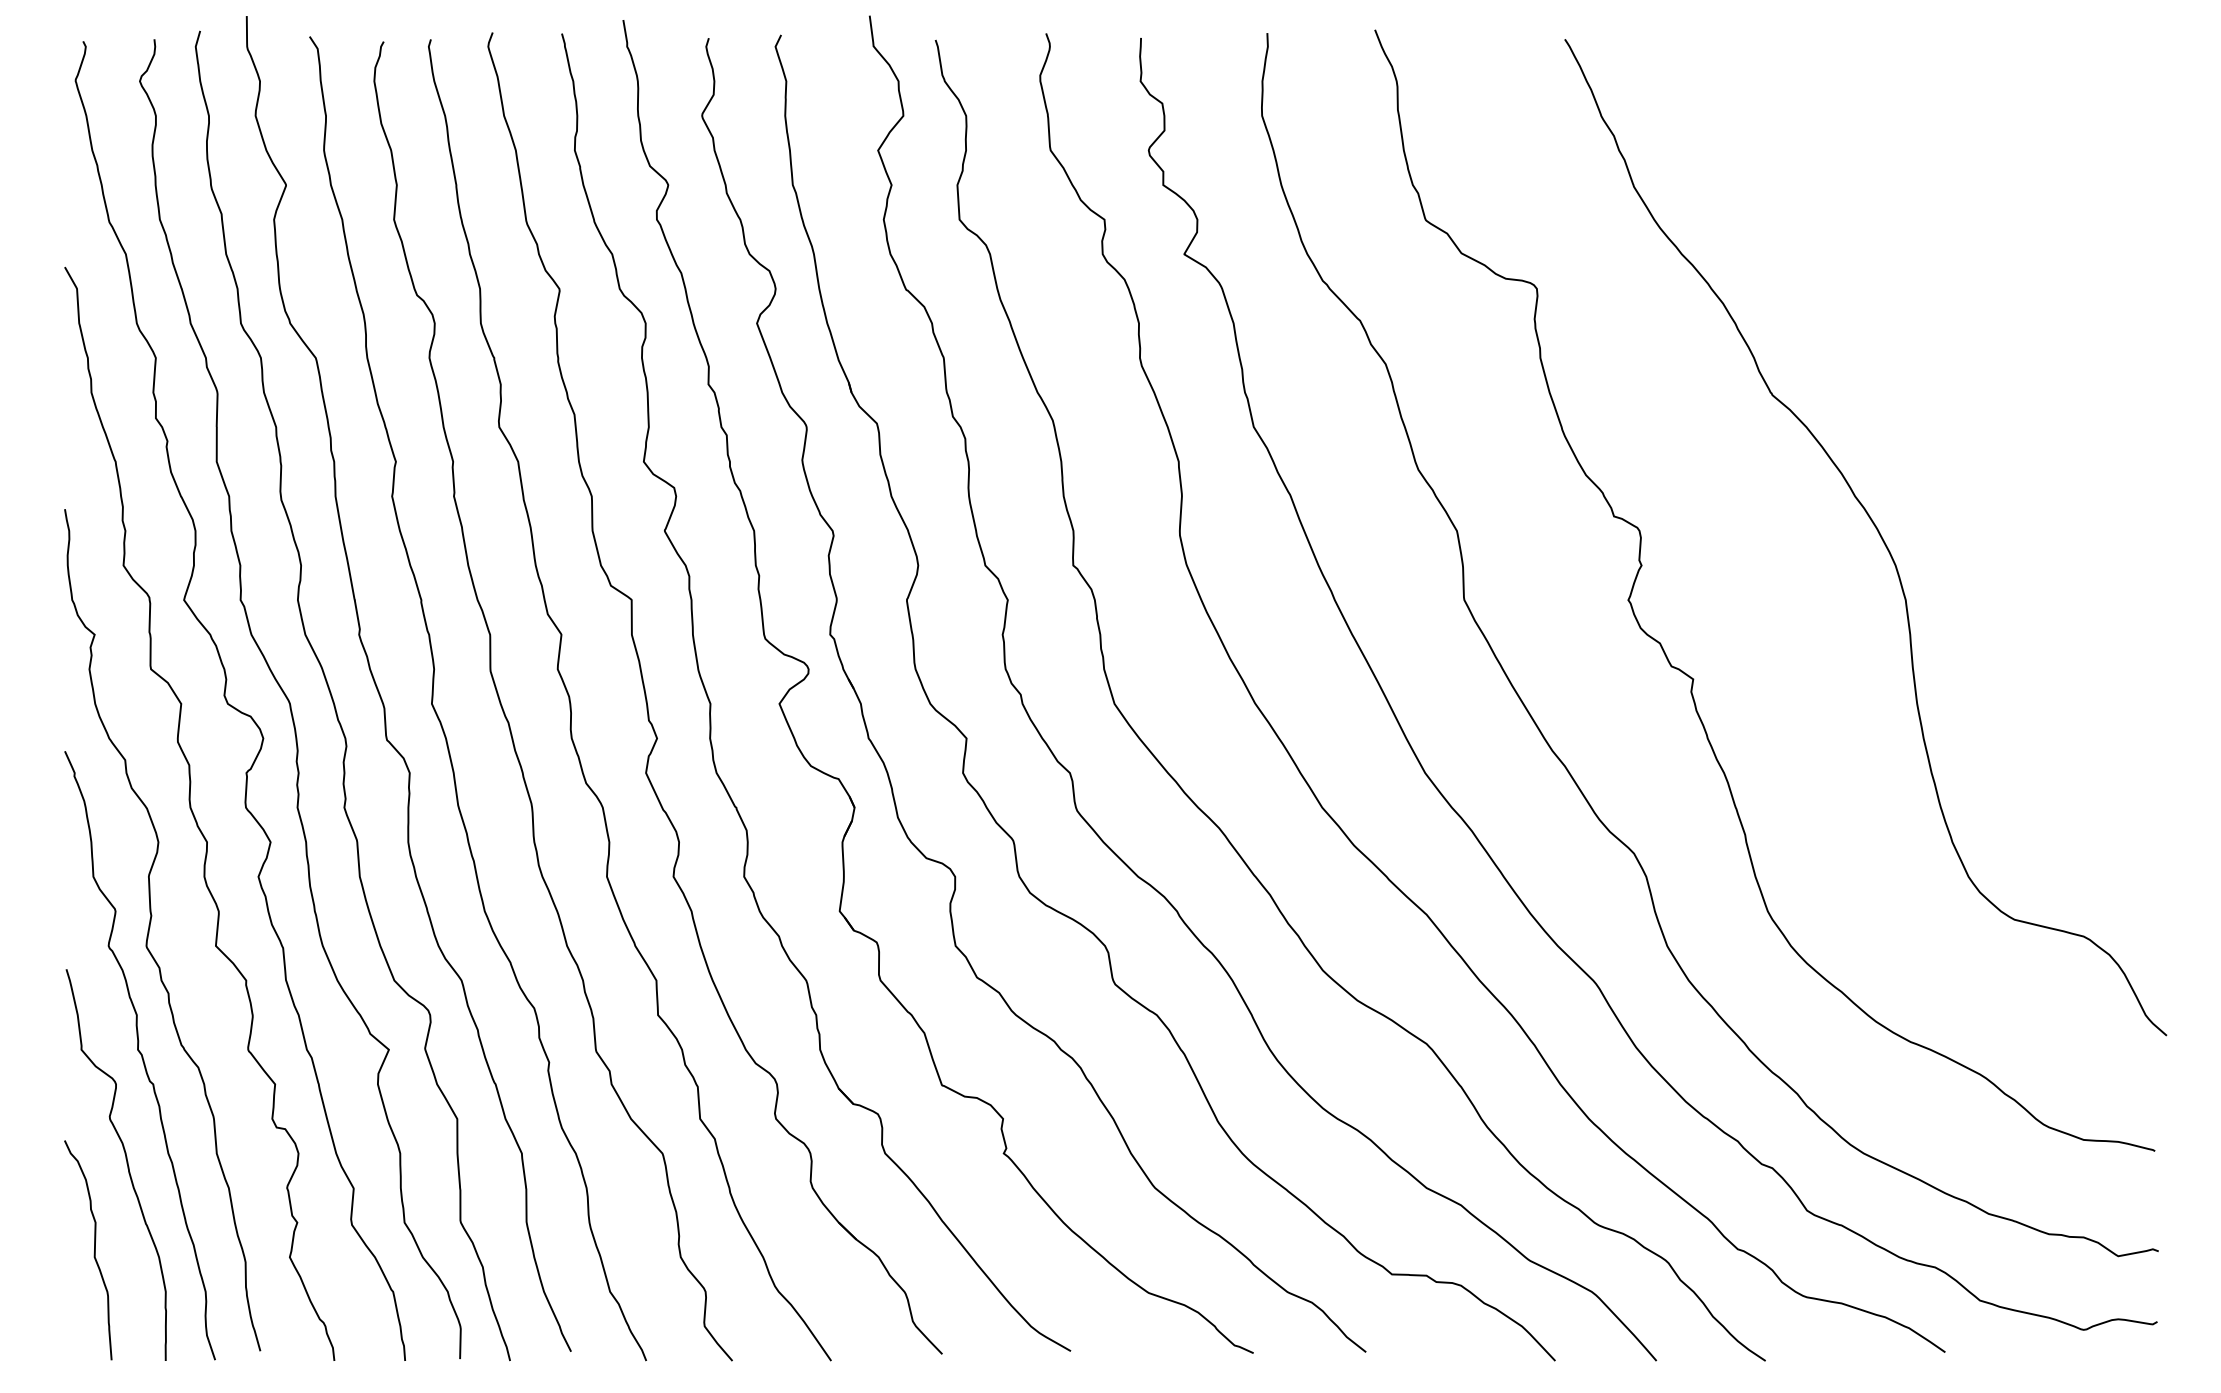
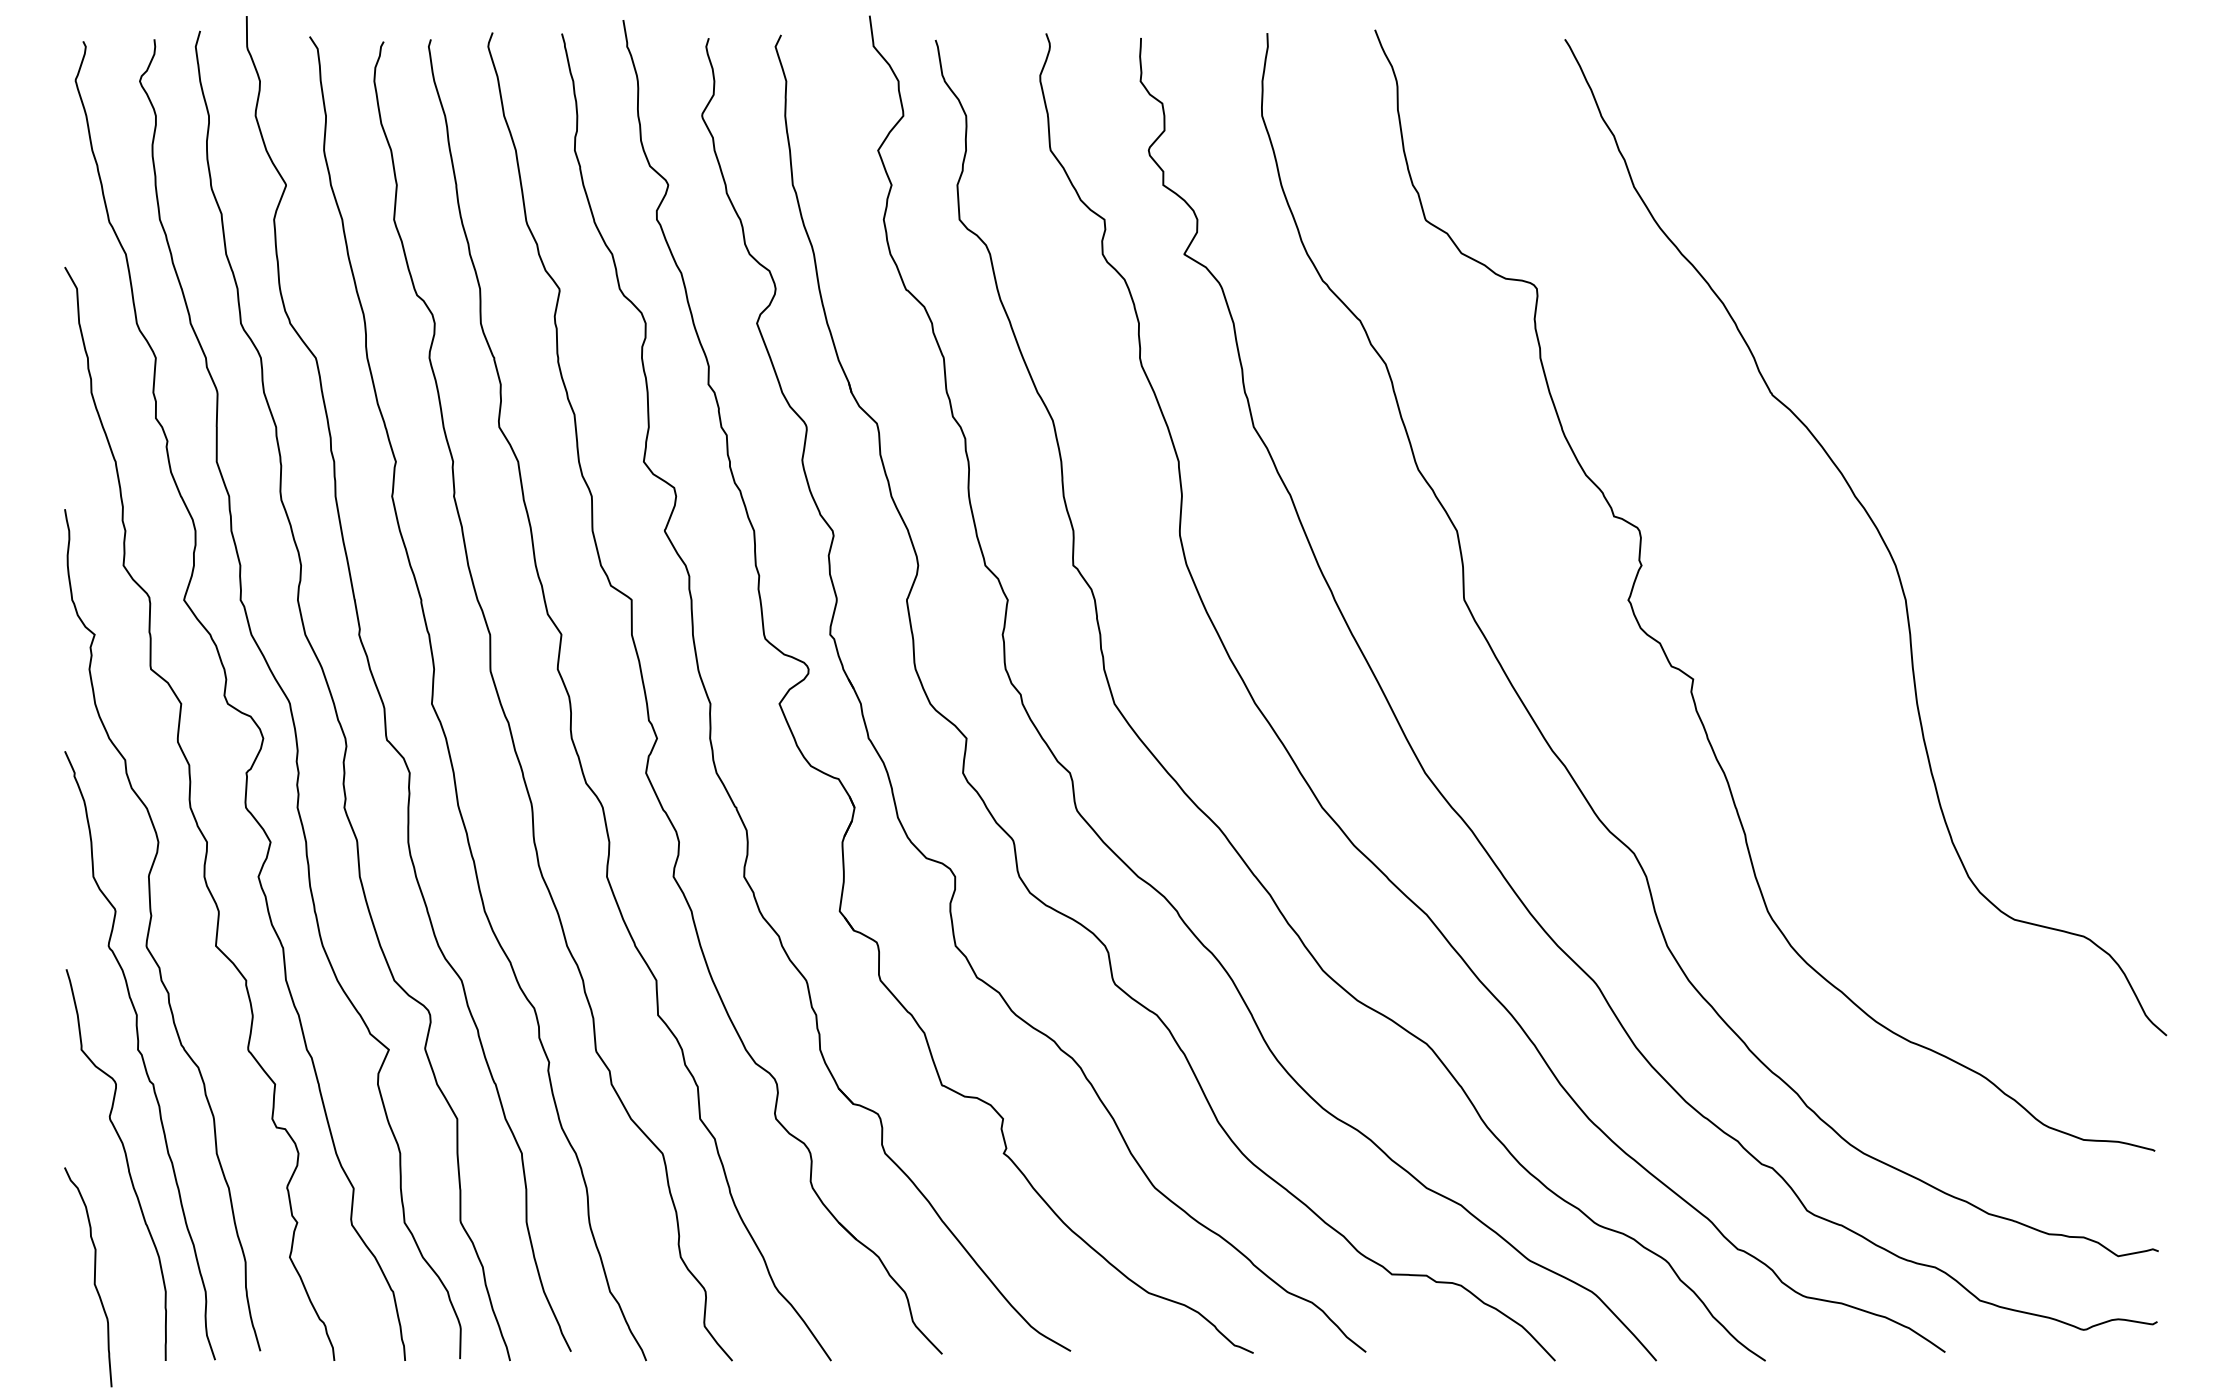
curve at (93, 1253) position: (93, 1253) -> (93, 1280)
